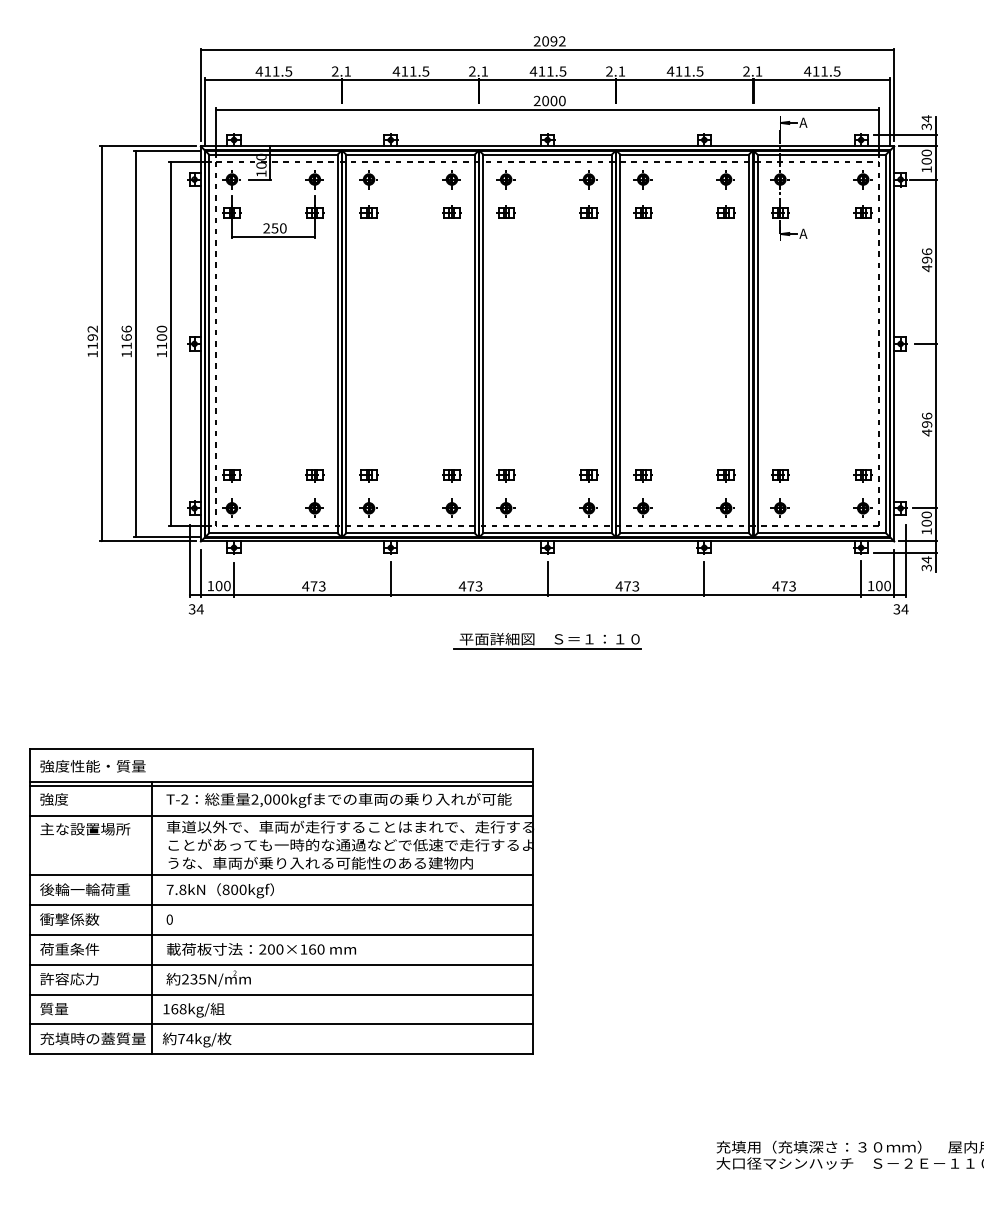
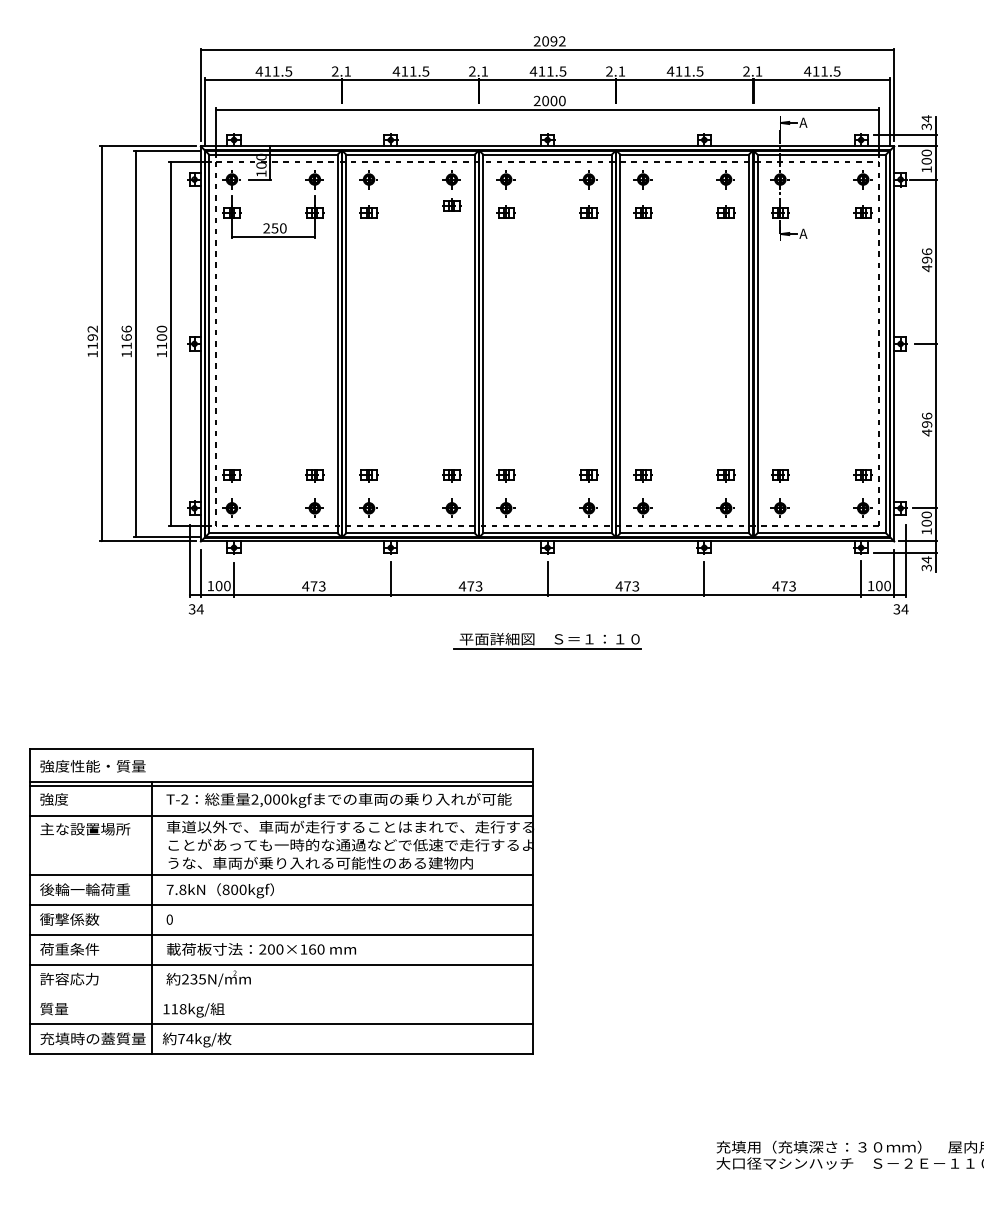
part at (451, 211) position: (451, 211) -> (451, 204)
line at (281, 994): present -> none
text at (174, 1009): 168kg/ -> 118kg/
